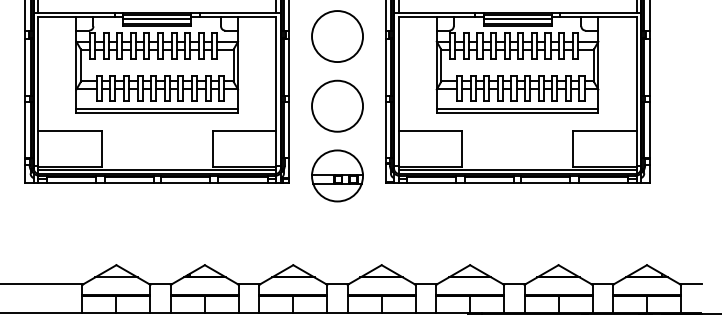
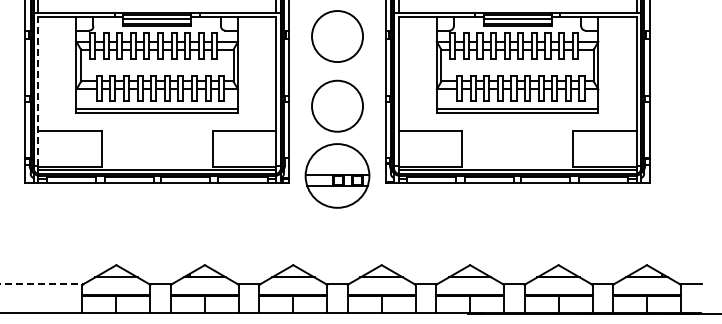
line at (38, 90): solid -> dashed
part at (337, 175) size: 53x54 px -> 67x66 px
line at (42, 284): solid -> dashed
